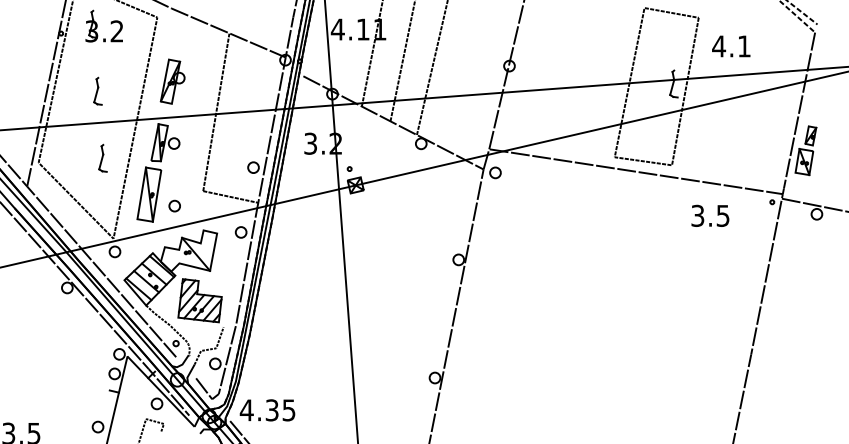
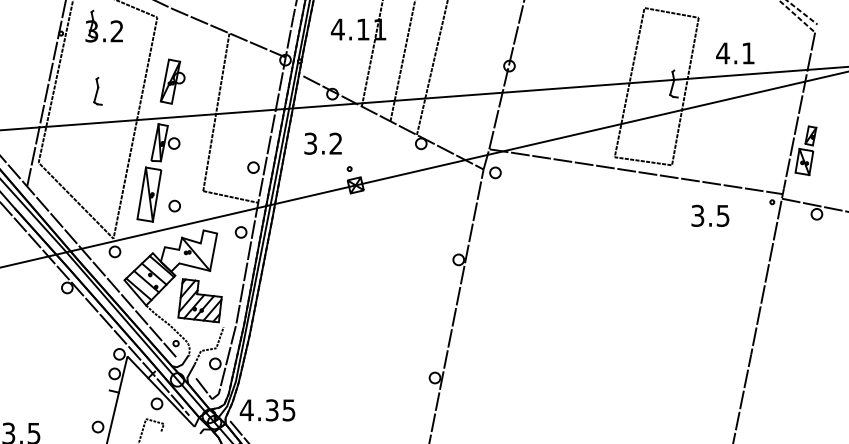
text at (731, 46) position: (731, 46) -> (735, 53)
part at (102, 157): present -> none
line at (341, 221): present -> none
